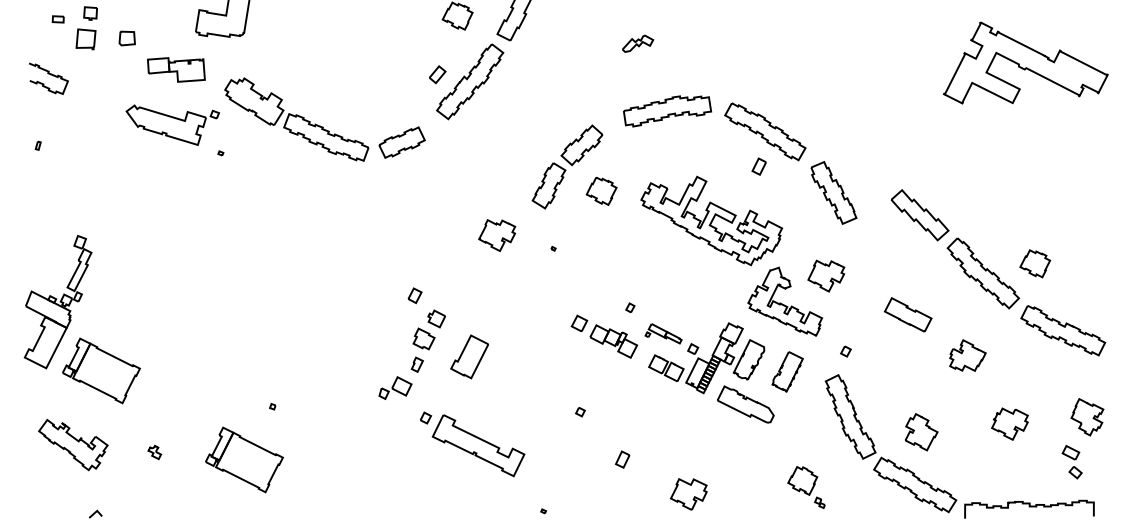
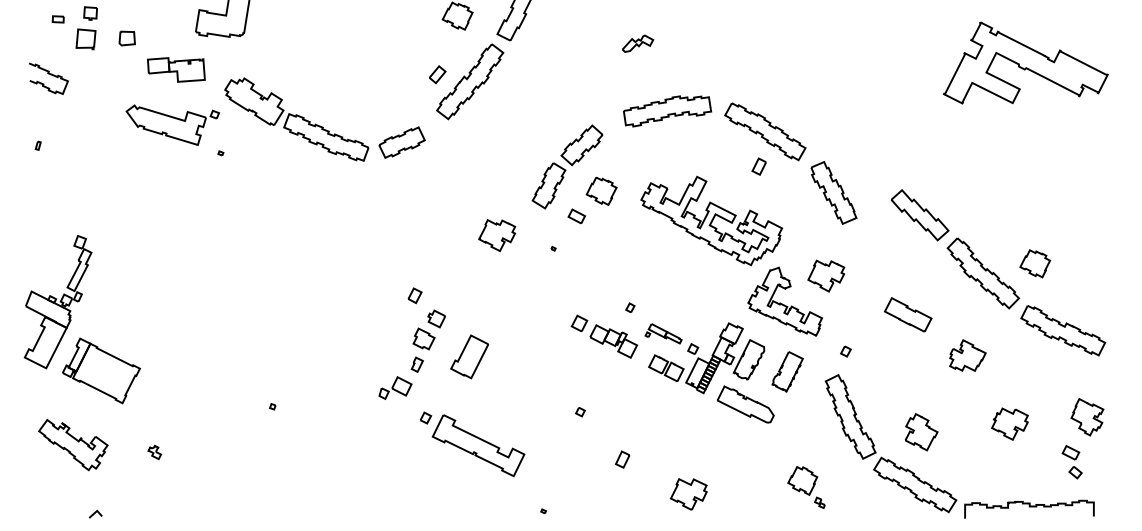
part at (576, 216): none -> present
part at (244, 459): present -> none
